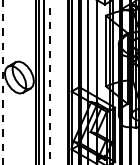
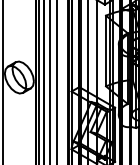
line at (57, 81): none -> present
line at (49, 82): dashed -> solid
line at (2, 83): dashed -> solid
